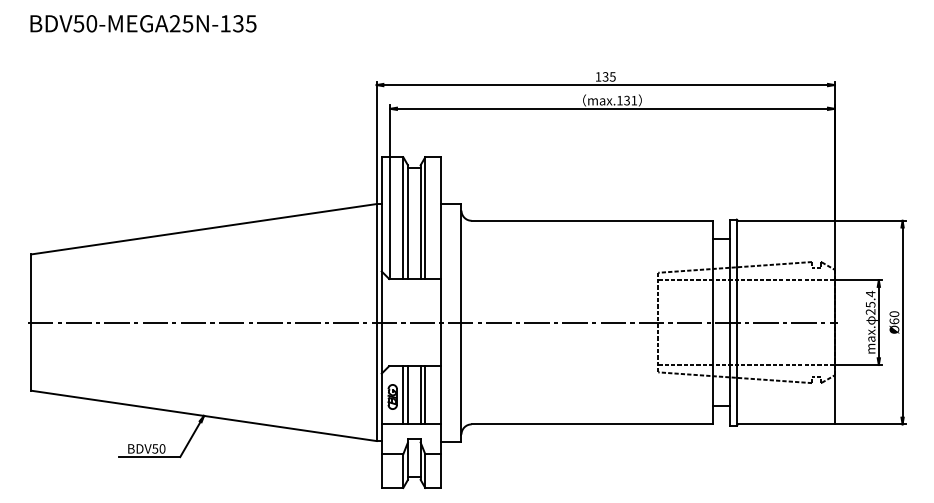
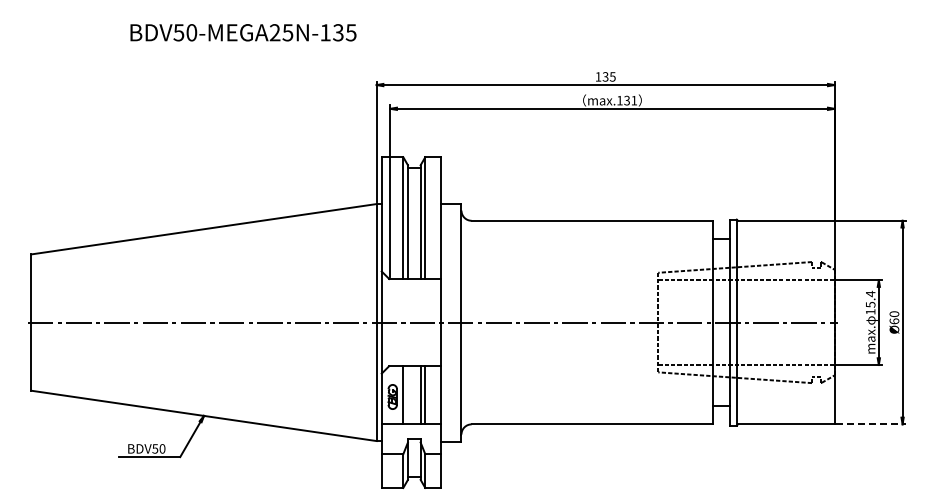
text at (143, 23) position: (143, 23) -> (243, 32)
text at (870, 311): 25.4 -> 15.4
line at (407, 395): present -> none
line at (871, 424): solid -> dashed
